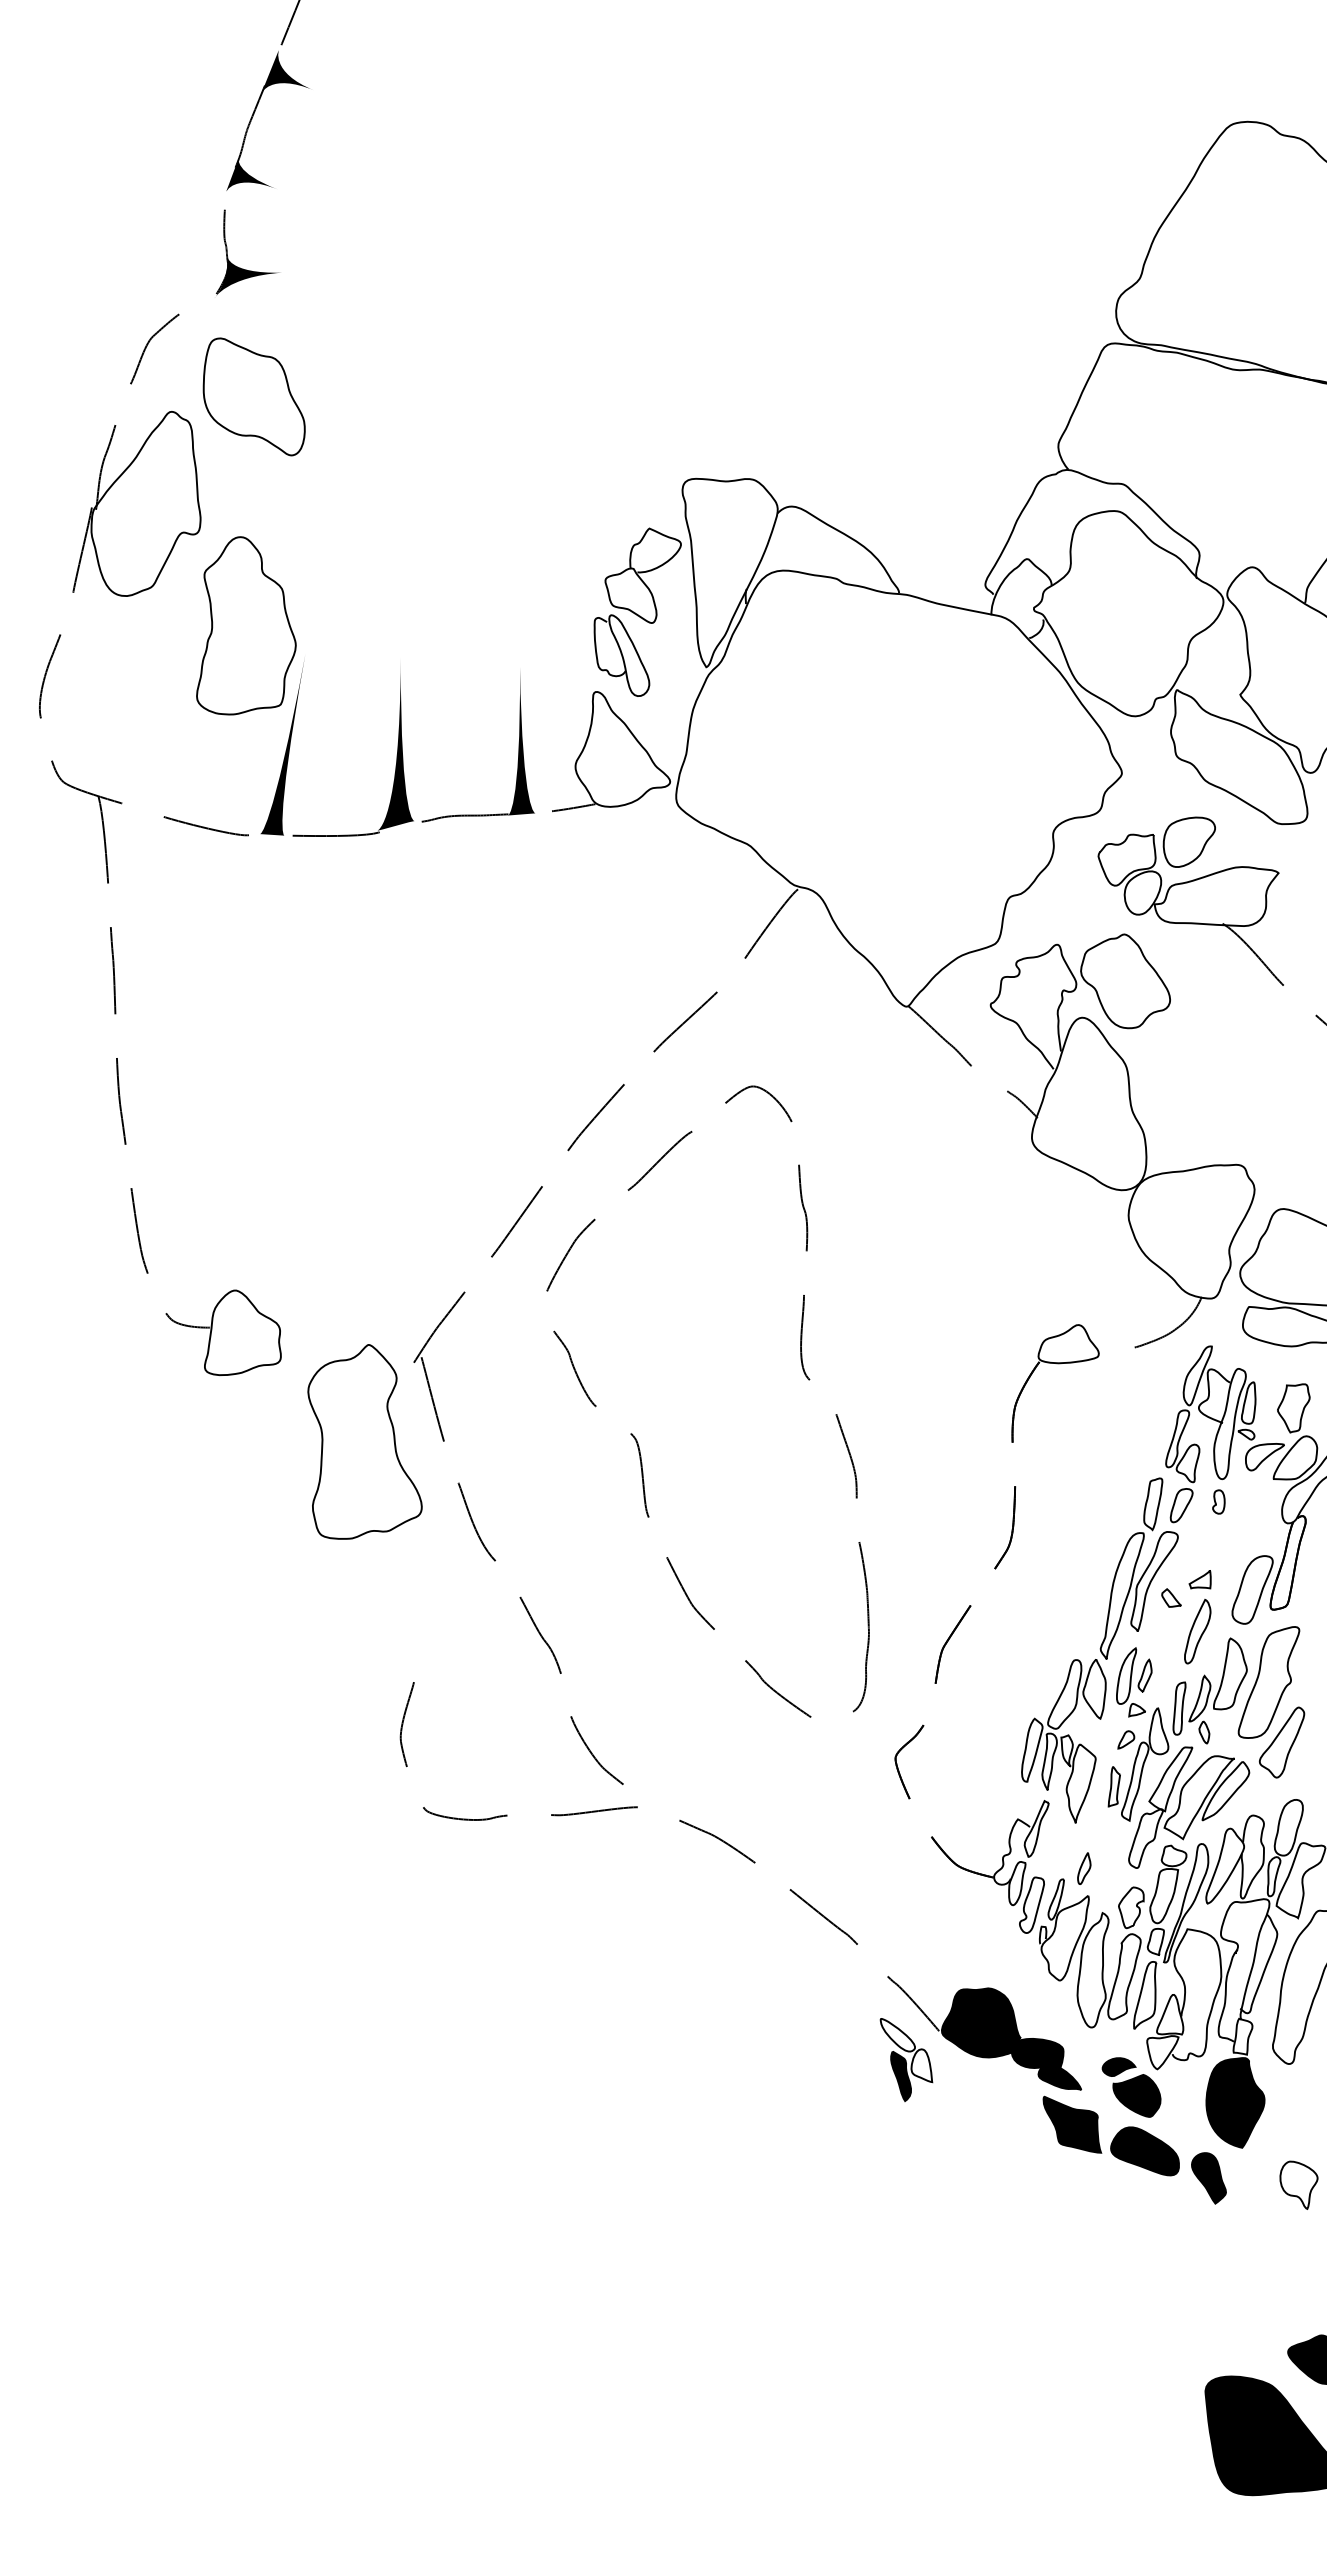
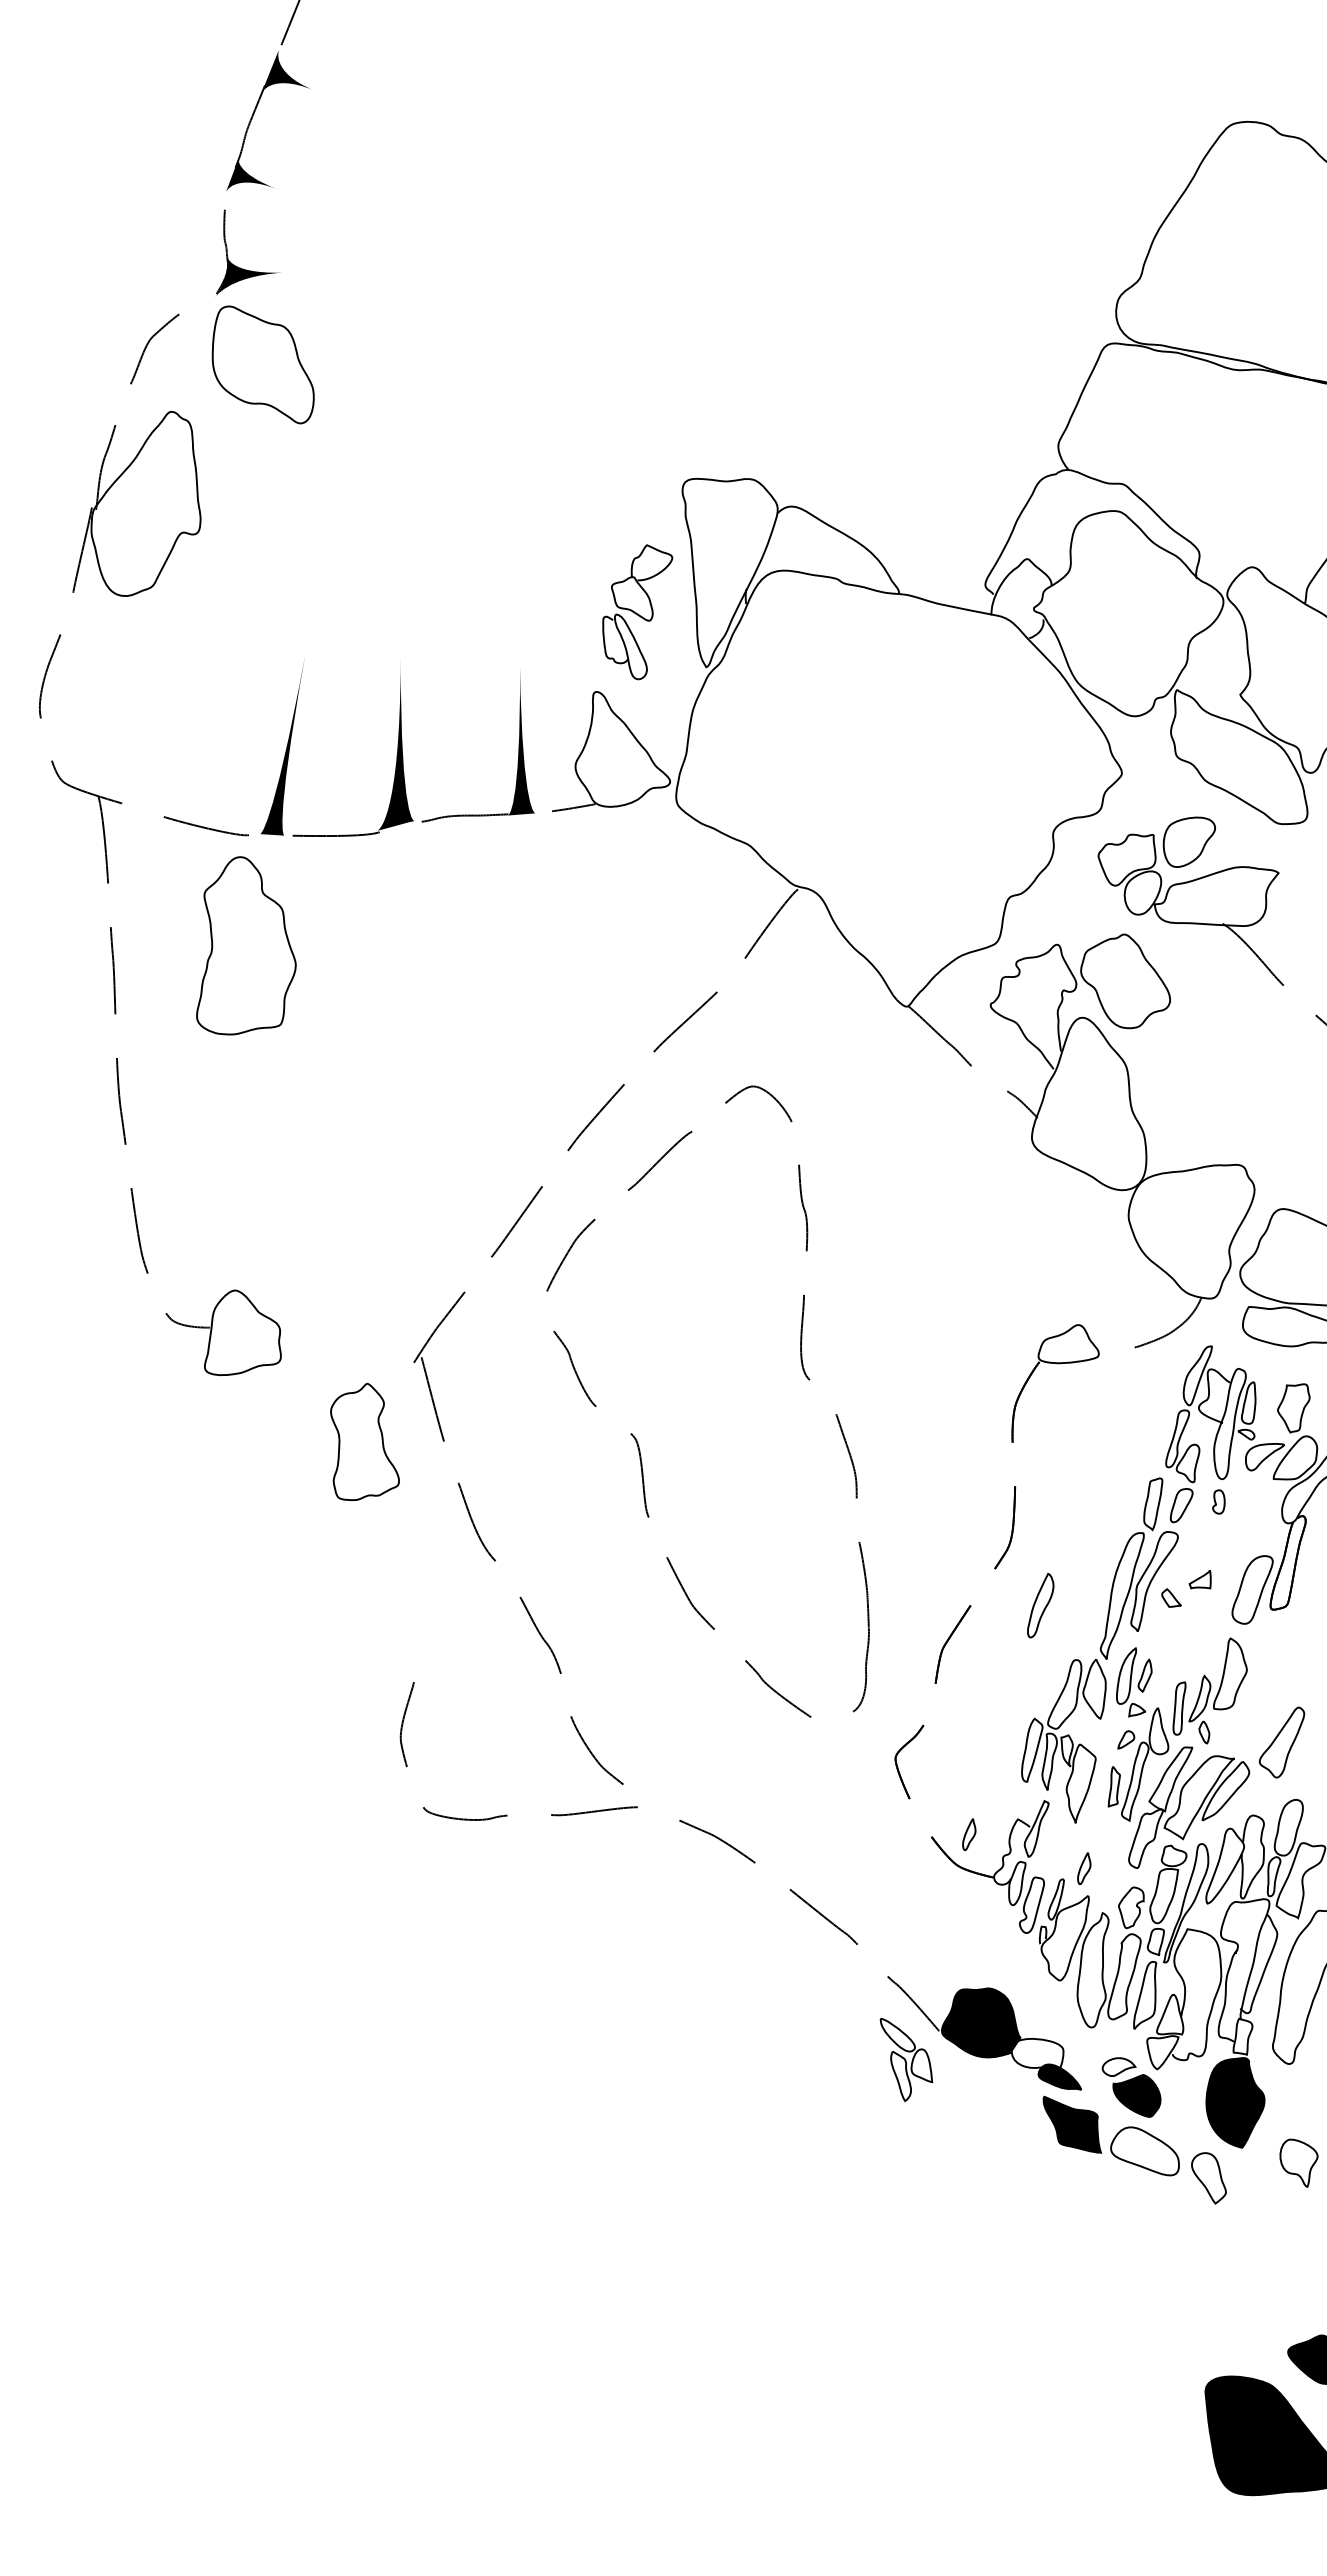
part at (253, 396) position: (253, 396) -> (262, 364)
part at (637, 611) size: 89x170 px -> 72x137 px
part at (246, 625) position: (246, 625) -> (246, 945)
part at (364, 1441) size: 116x196 px -> 70x120 px
part at (1197, 1631) position: (1197, 1631) -> (1040, 1605)
part at (1268, 1682): present -> none
part at (969, 1834): none -> present
fill at (1037, 2053): present -> none
fill at (1118, 2067): present -> none
fill at (901, 2076): present -> none
fill at (1145, 2151): present -> none
fill at (1208, 2178): present -> none
part at (1298, 2184) position: (1298, 2184) -> (1298, 2162)
